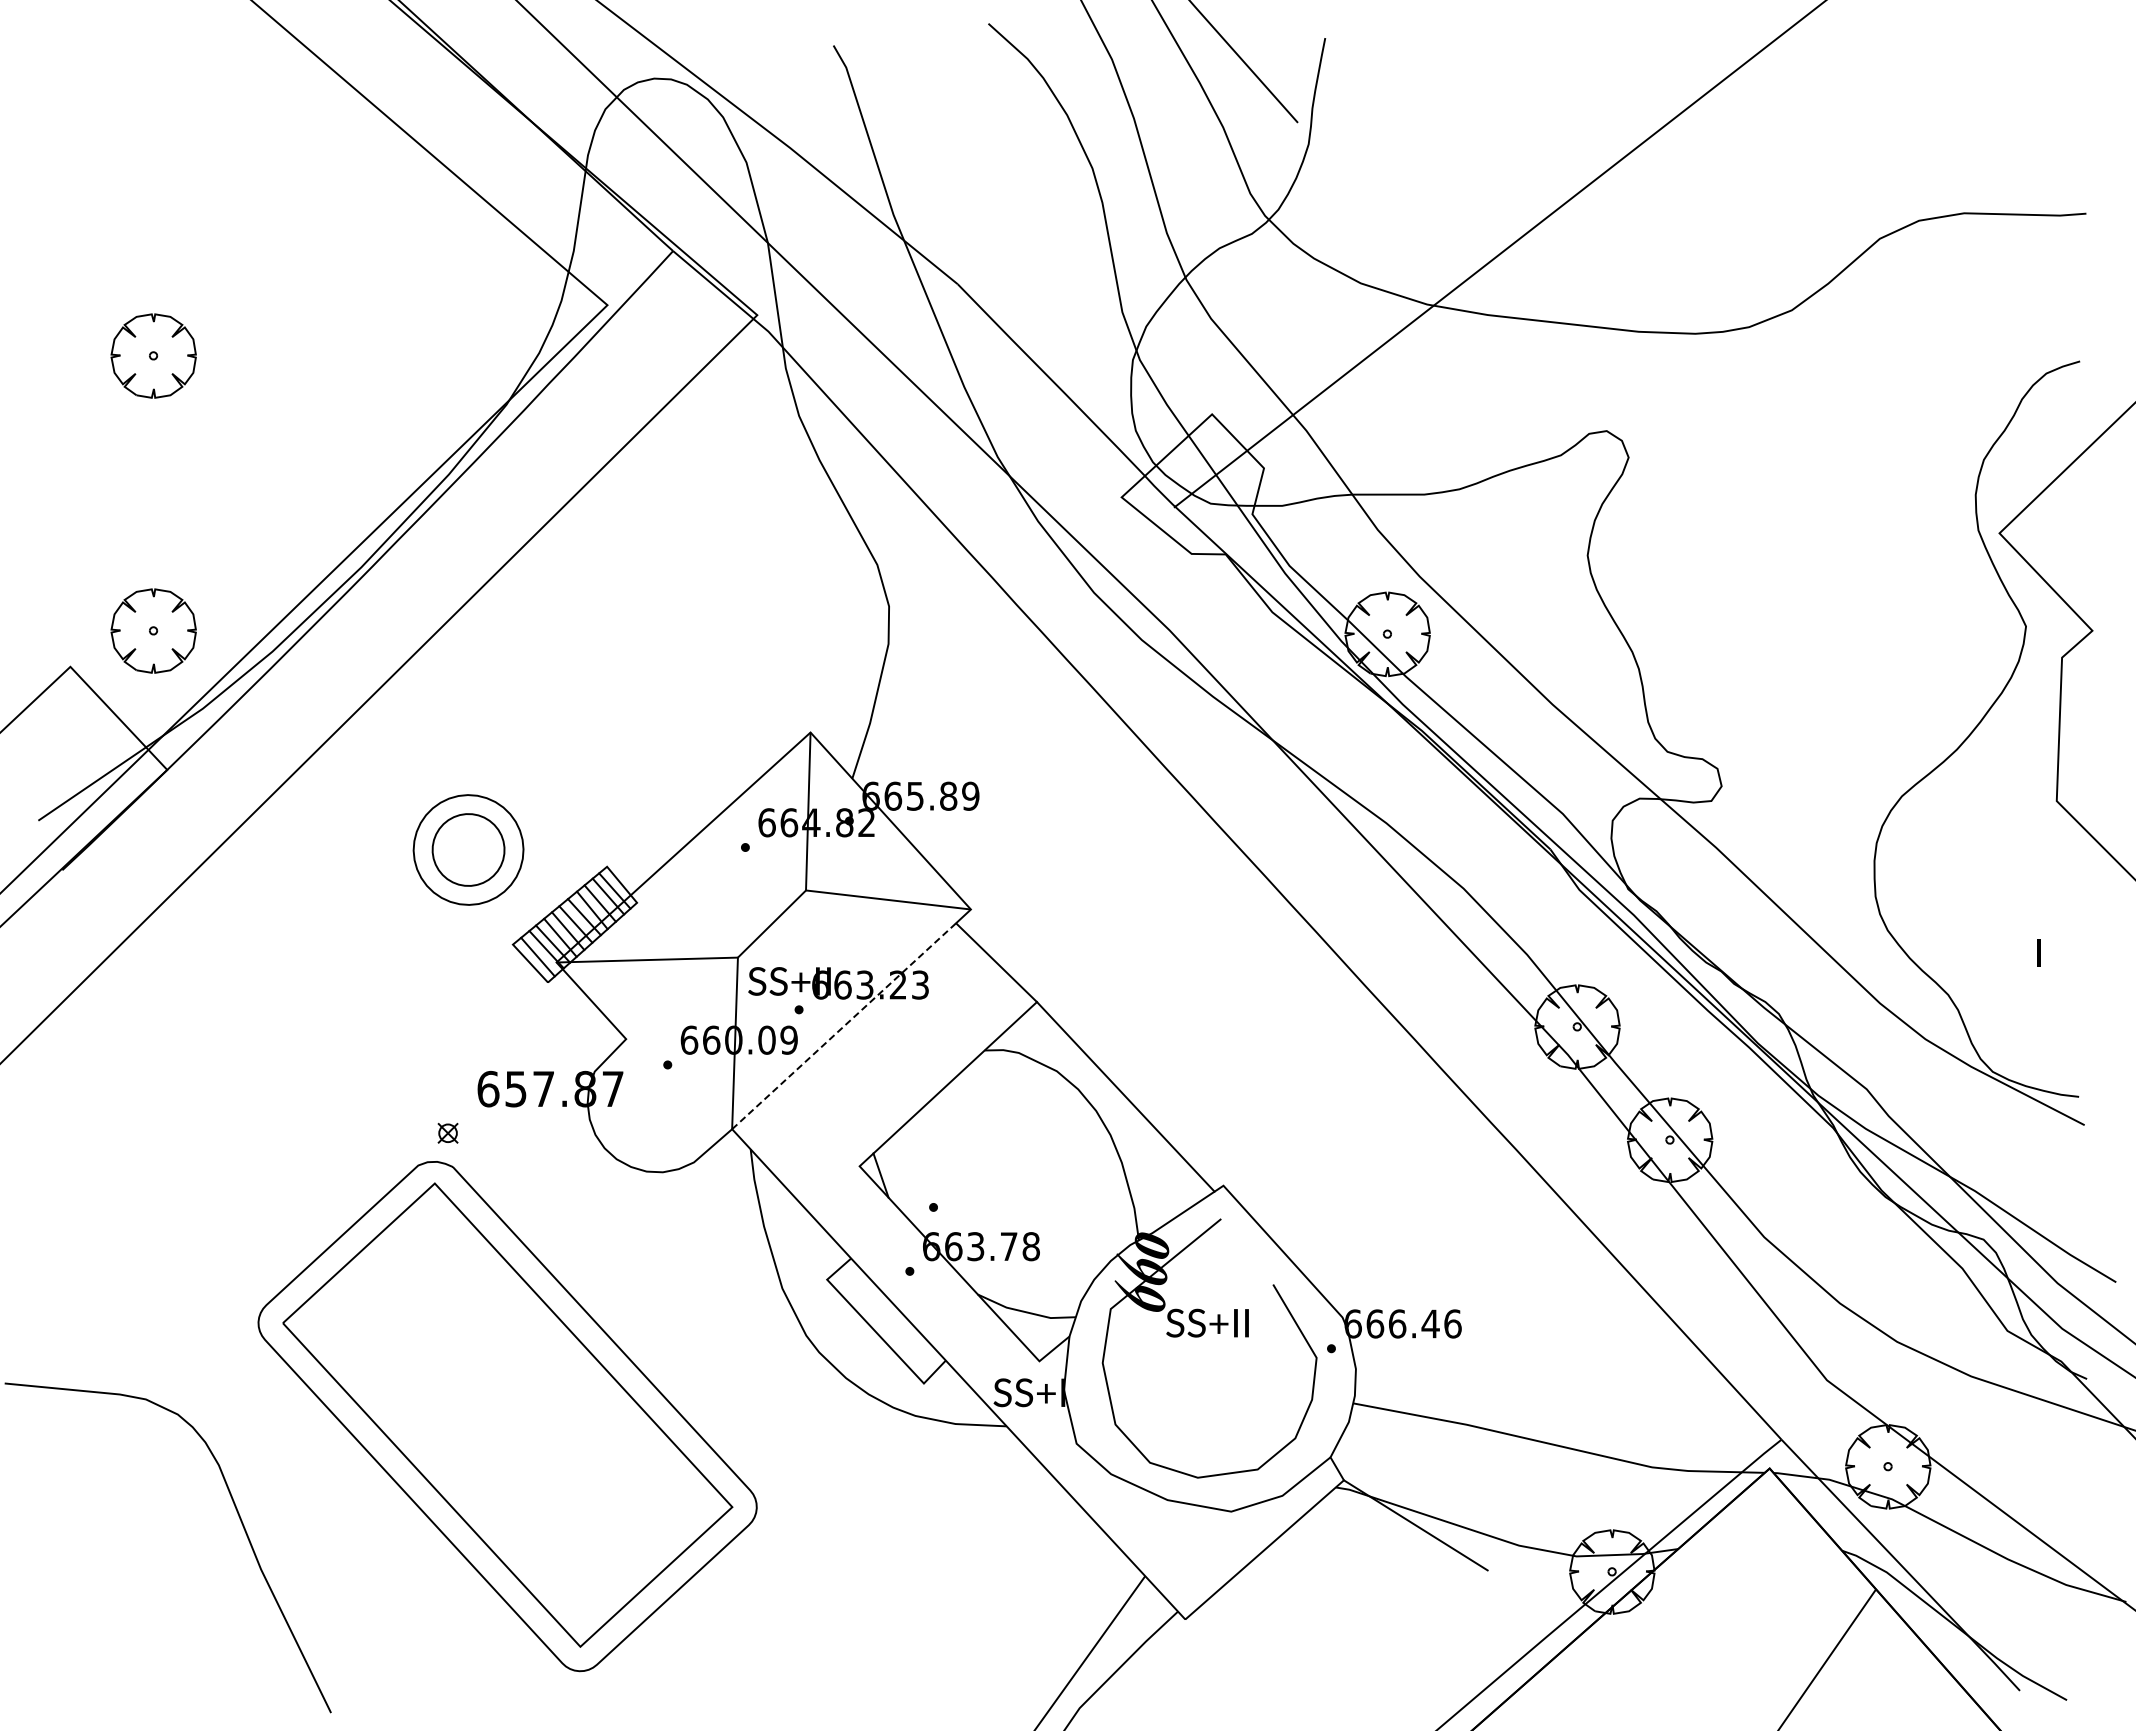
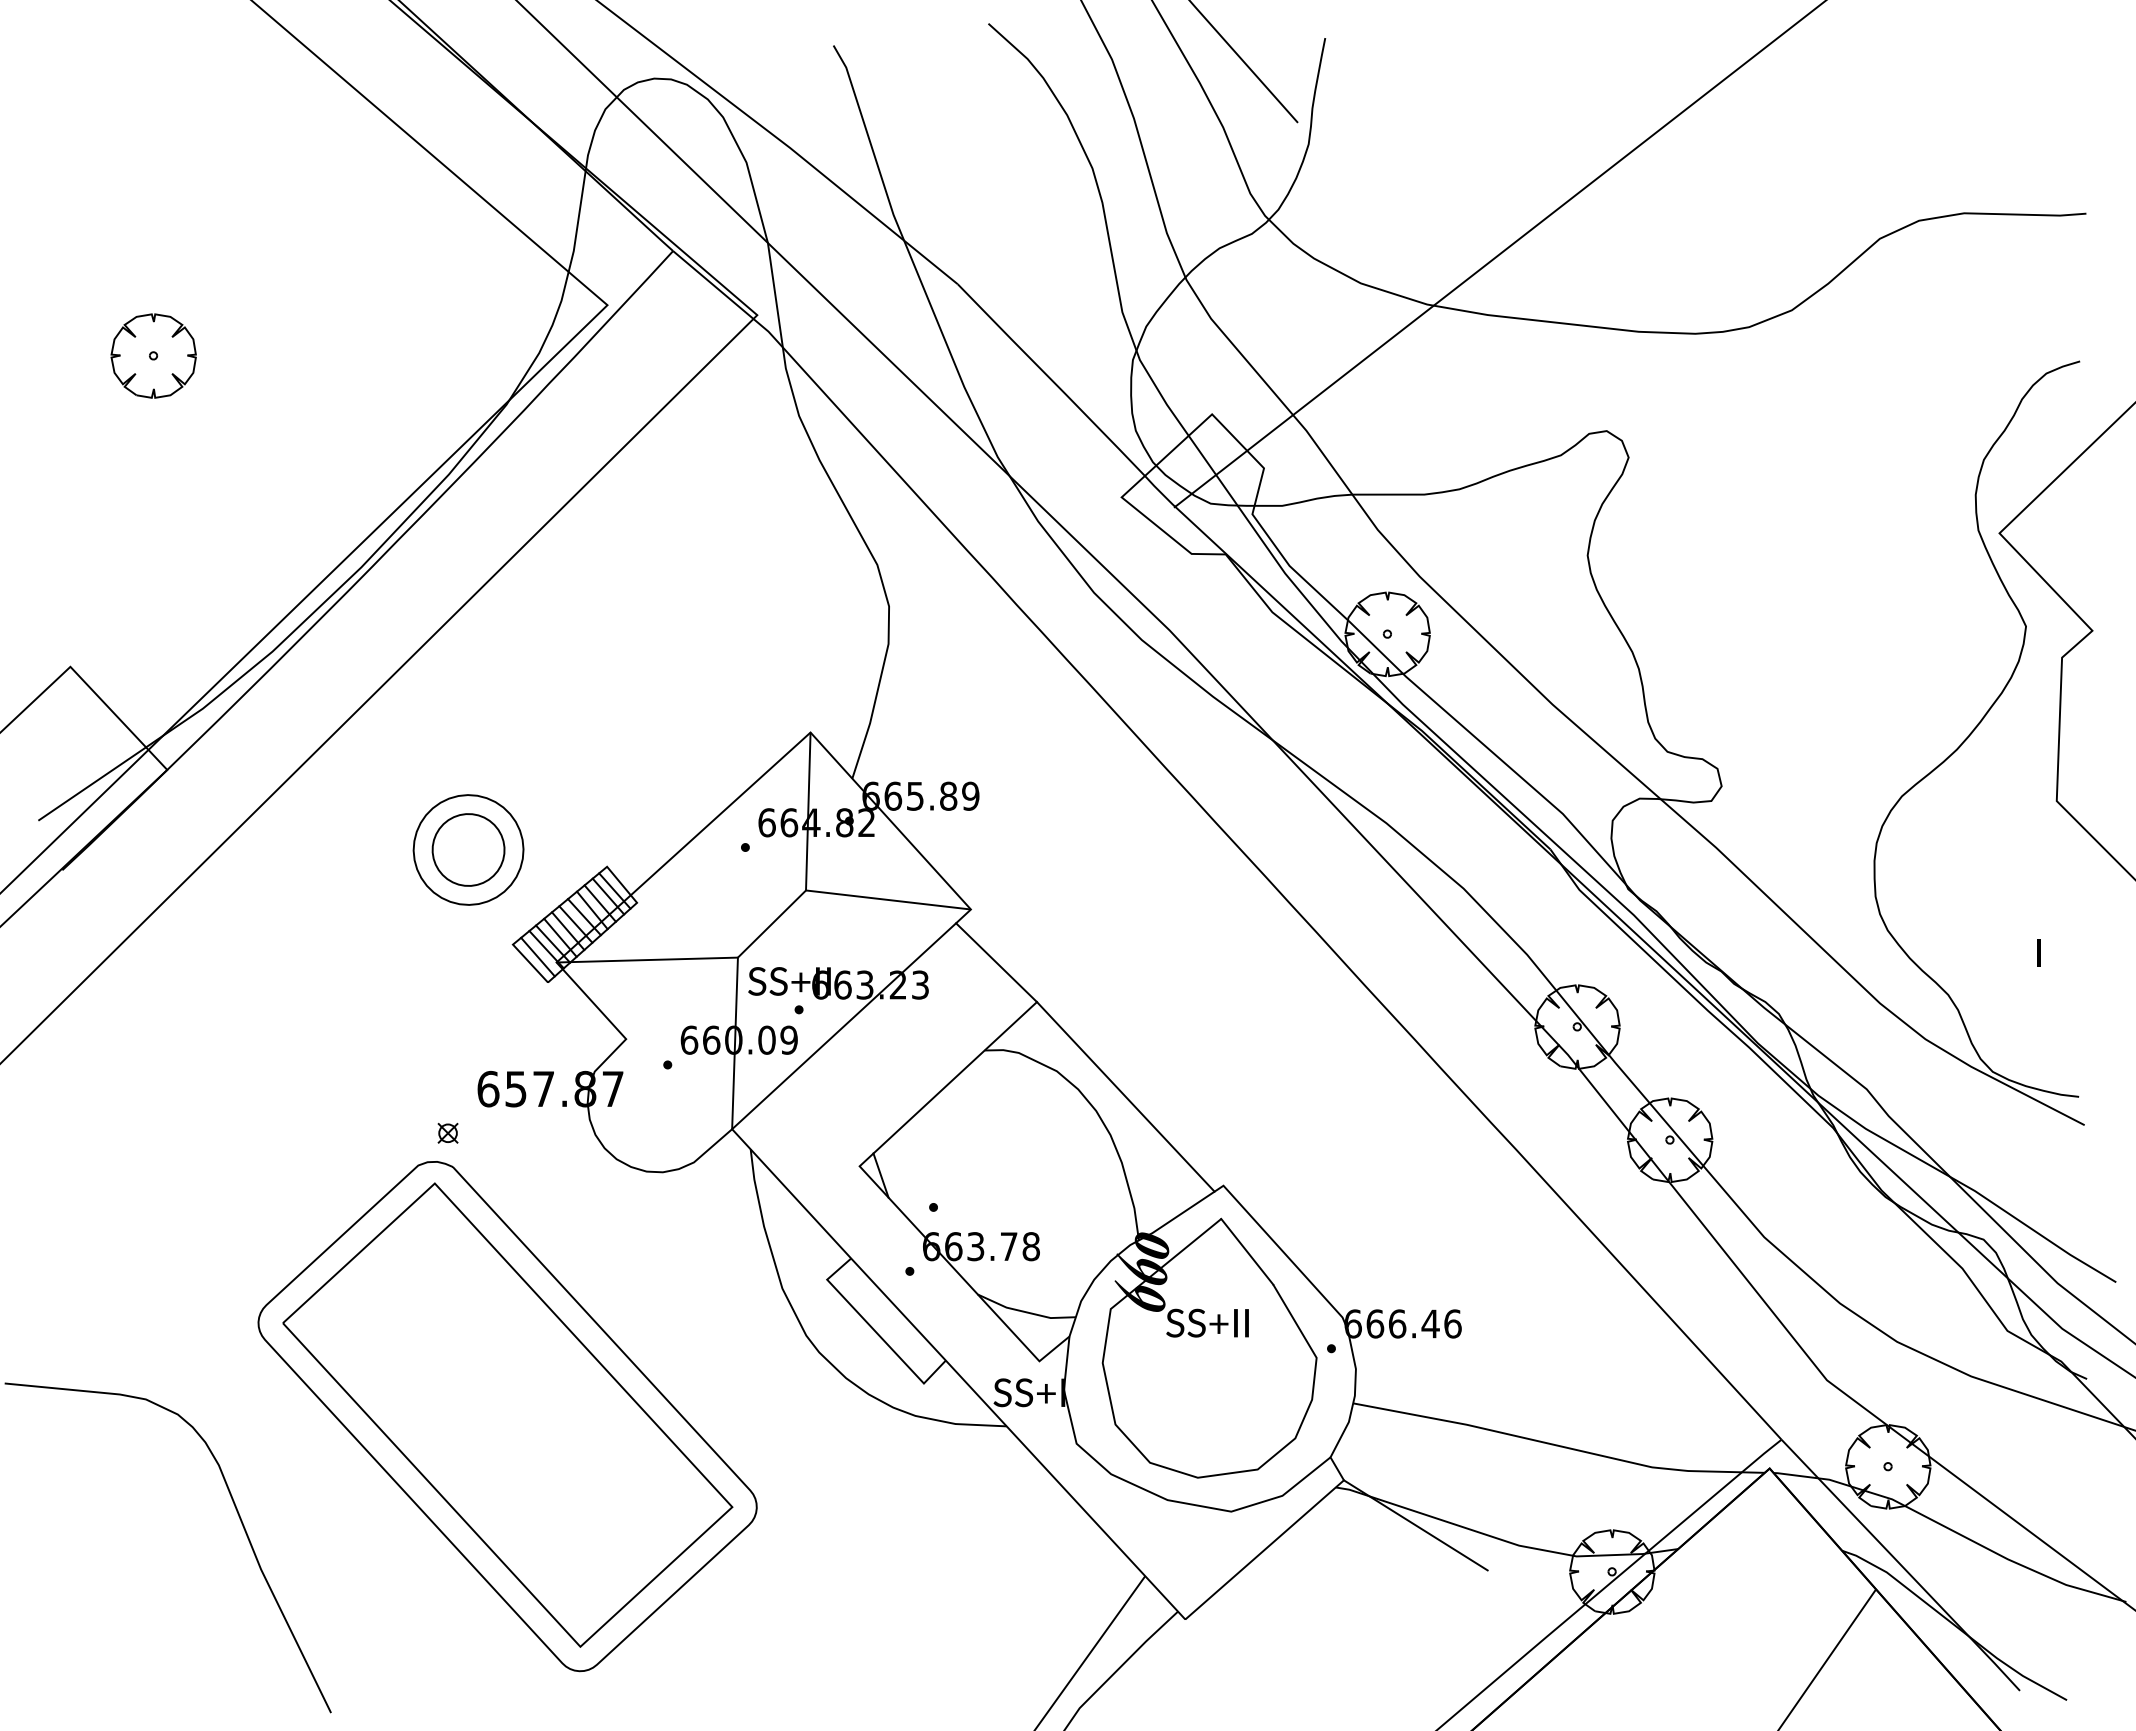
part at (153, 630): present -> none
line at (844, 1025): dashed -> solid
line at (1247, 1251): none -> present
